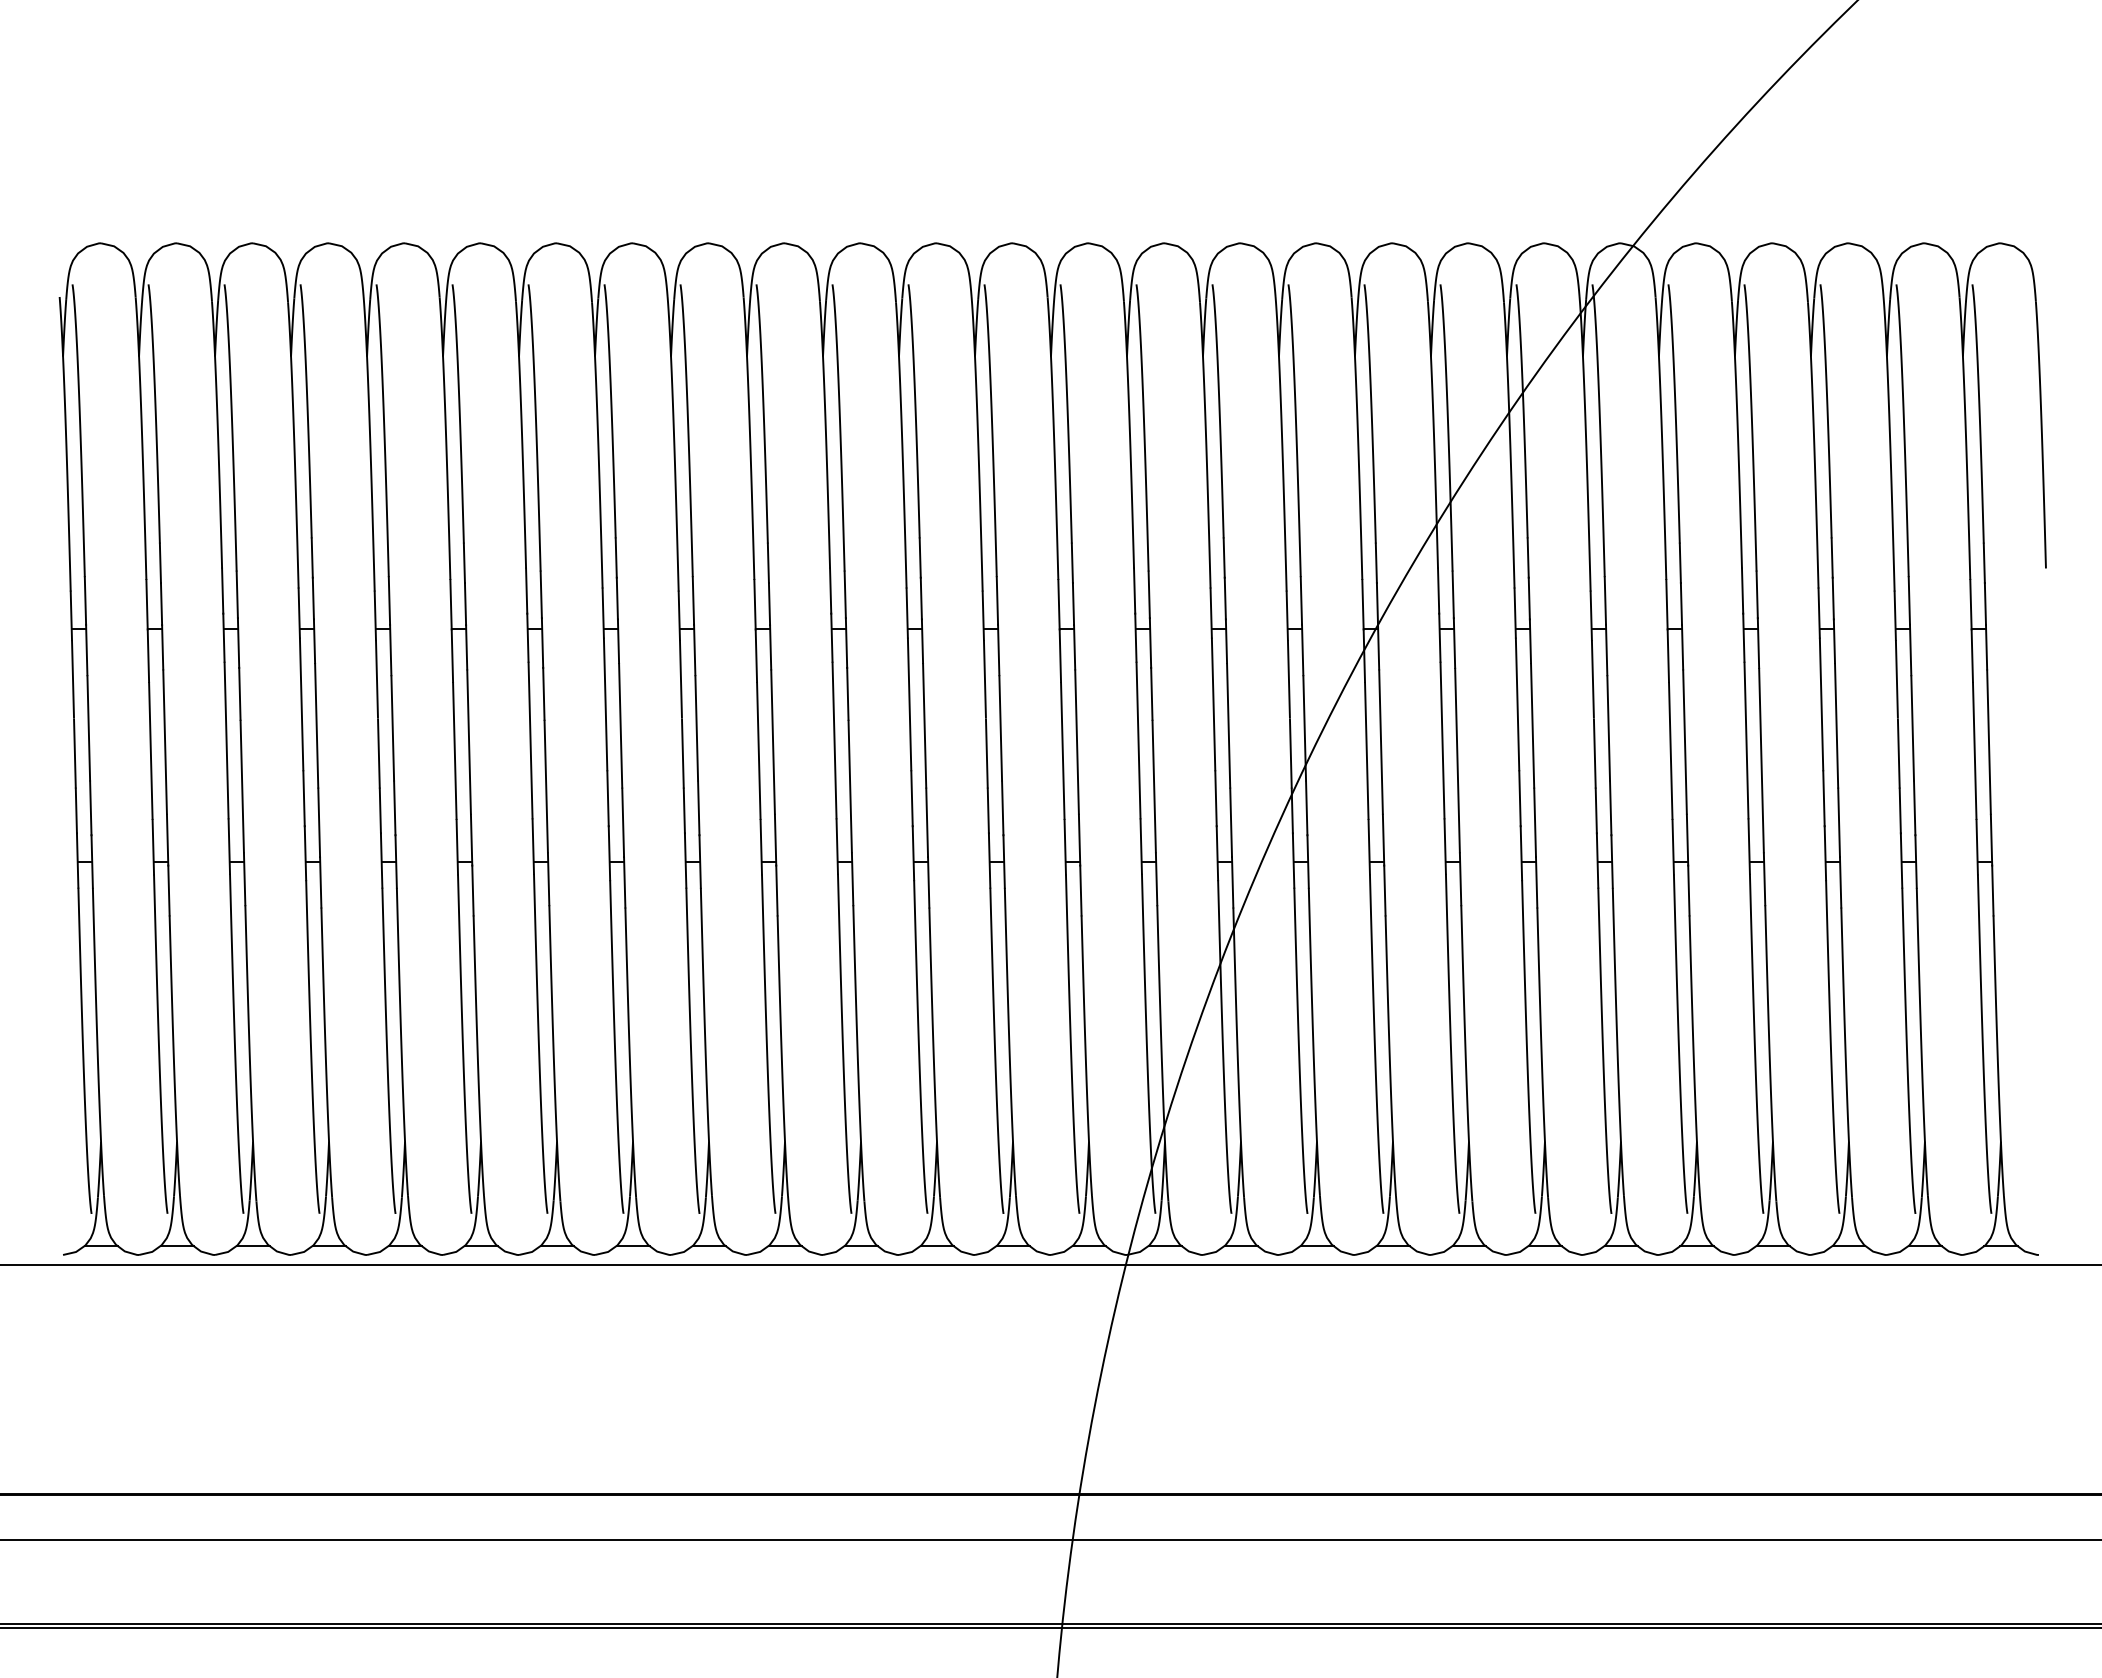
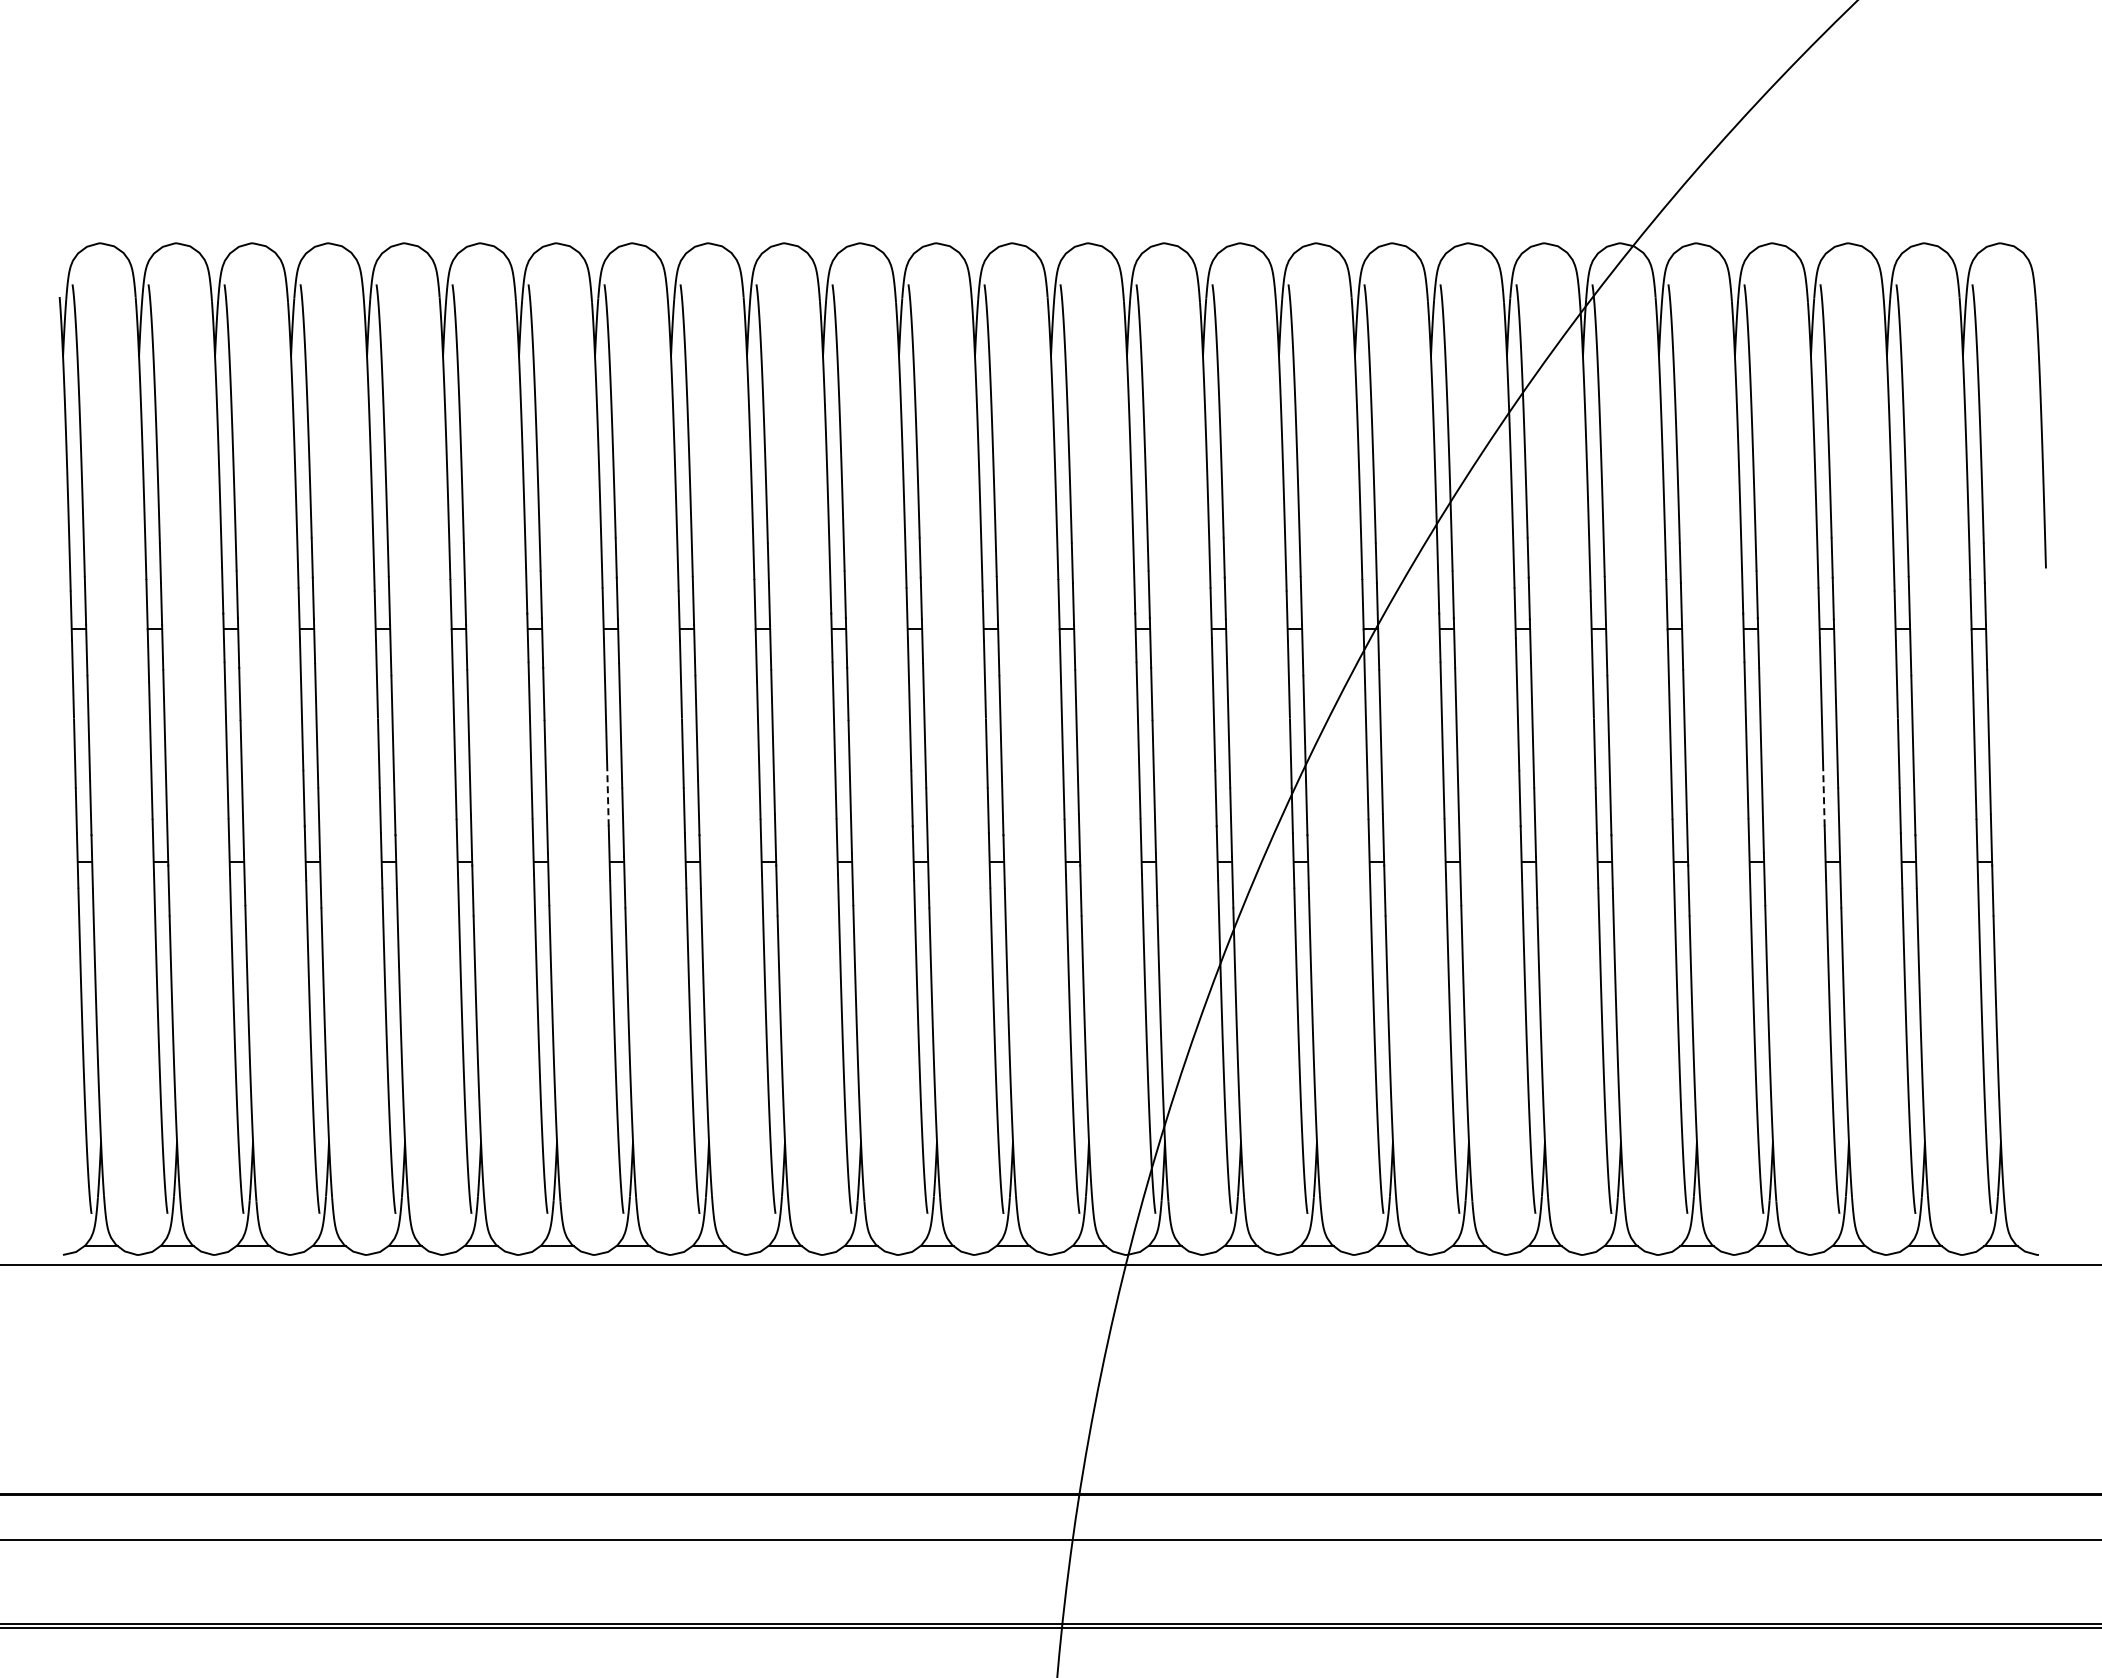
line at (608, 798): solid -> dashed
line at (1823, 798): solid -> dashed
